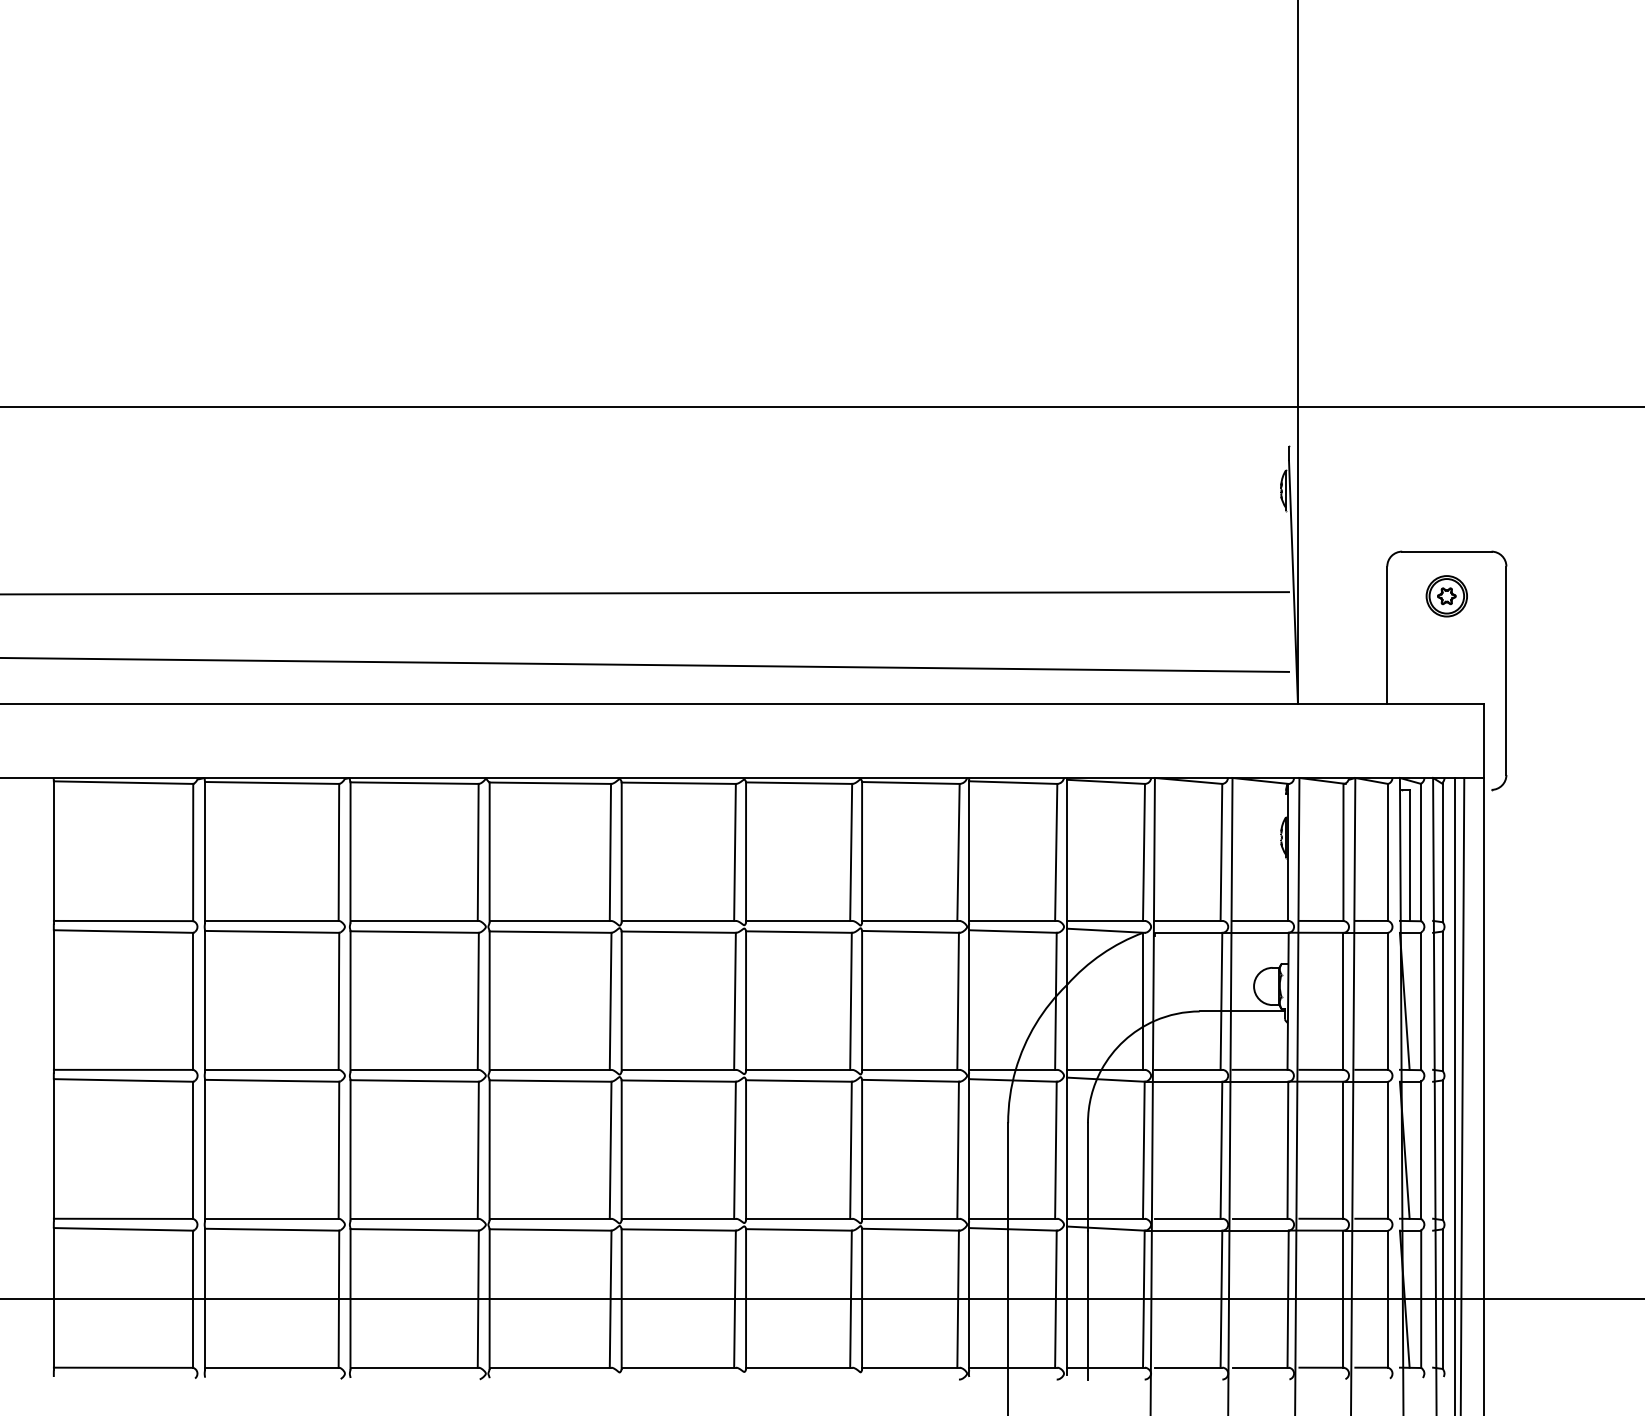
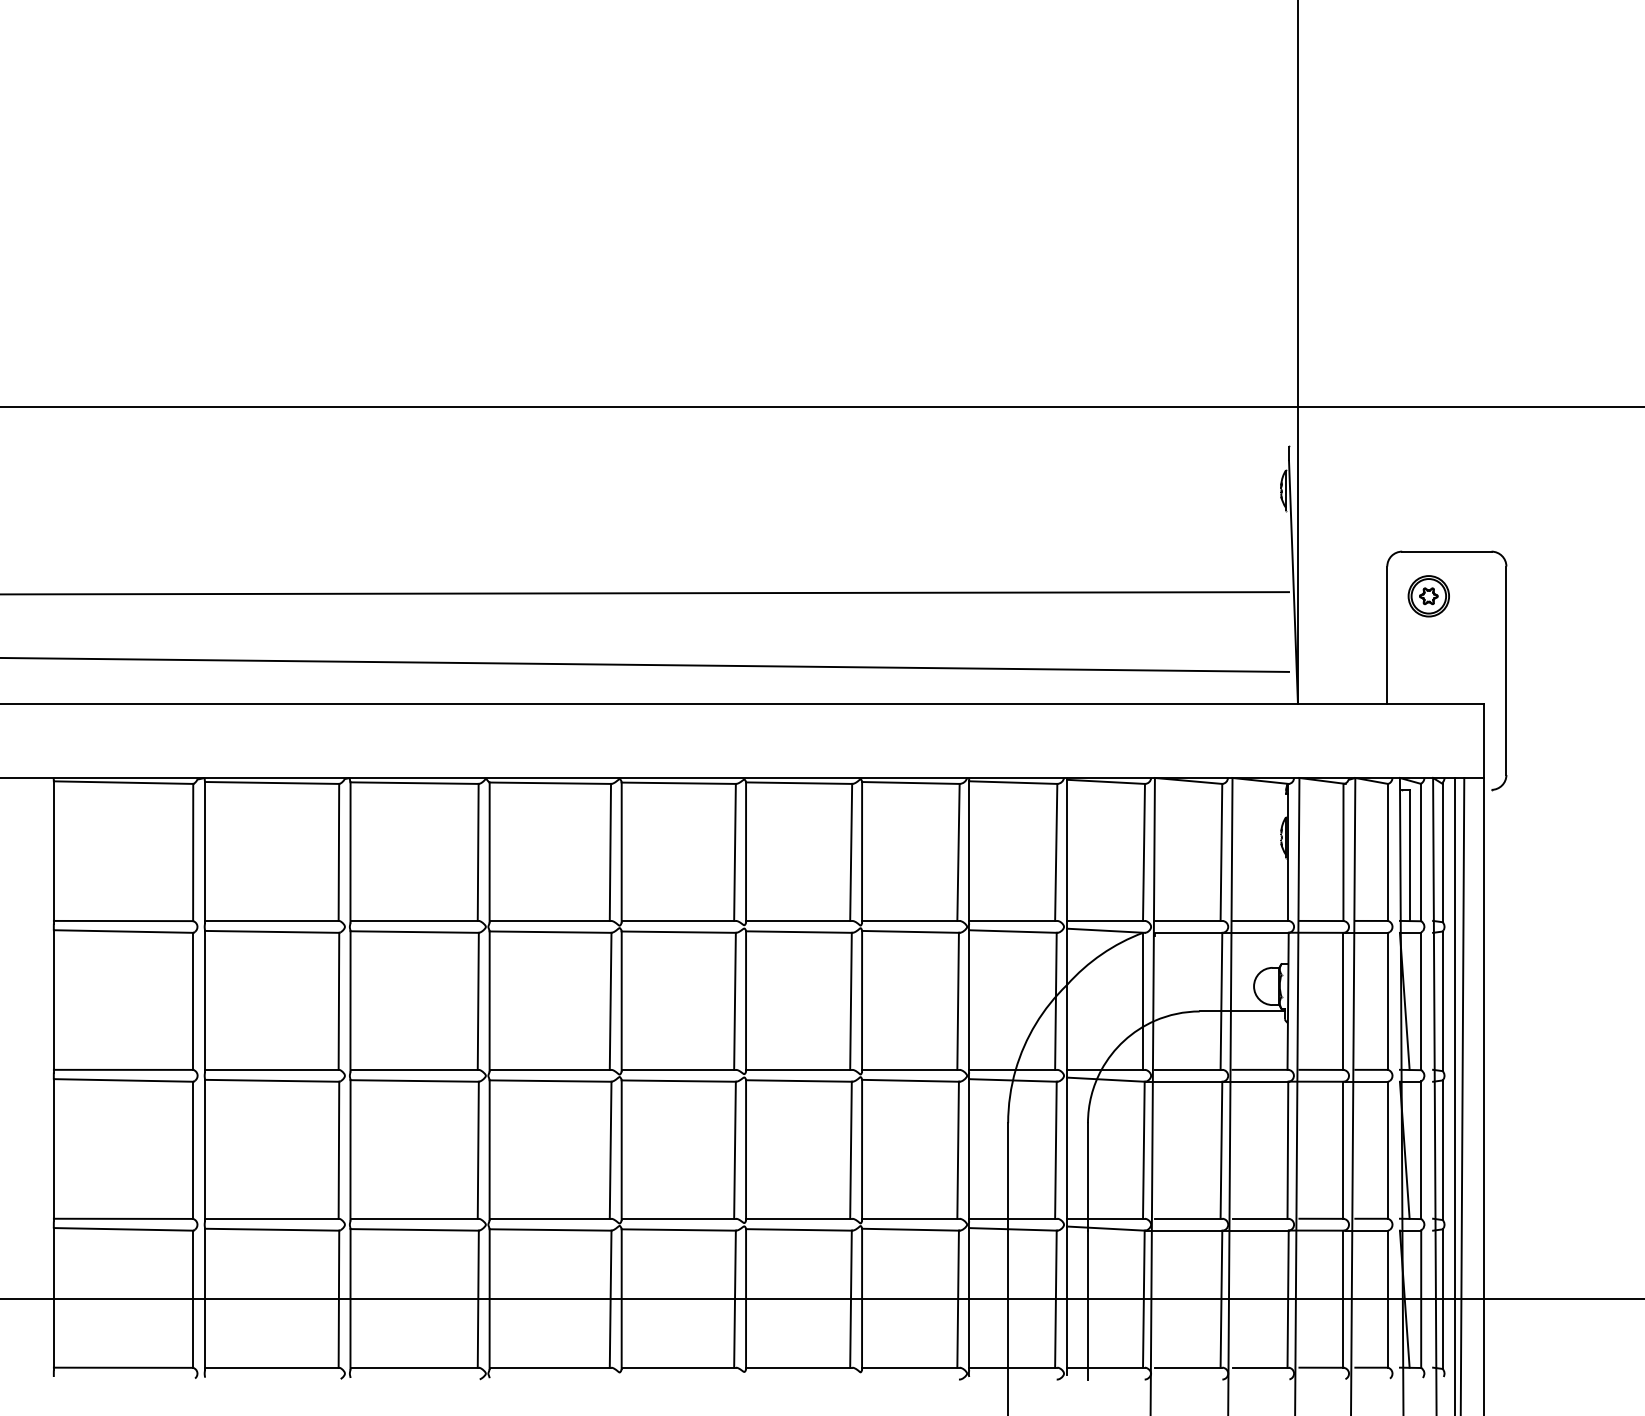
part at (1446, 596) position: (1446, 596) -> (1428, 596)
